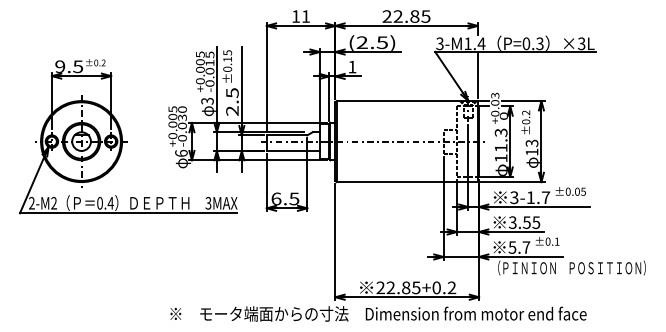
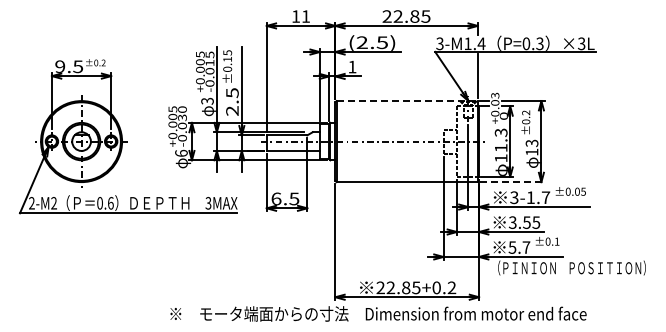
line at (407, 101): solid -> dashed
line at (512, 182): solid -> dashed
text at (110, 202): 0.4 -> 0.6
